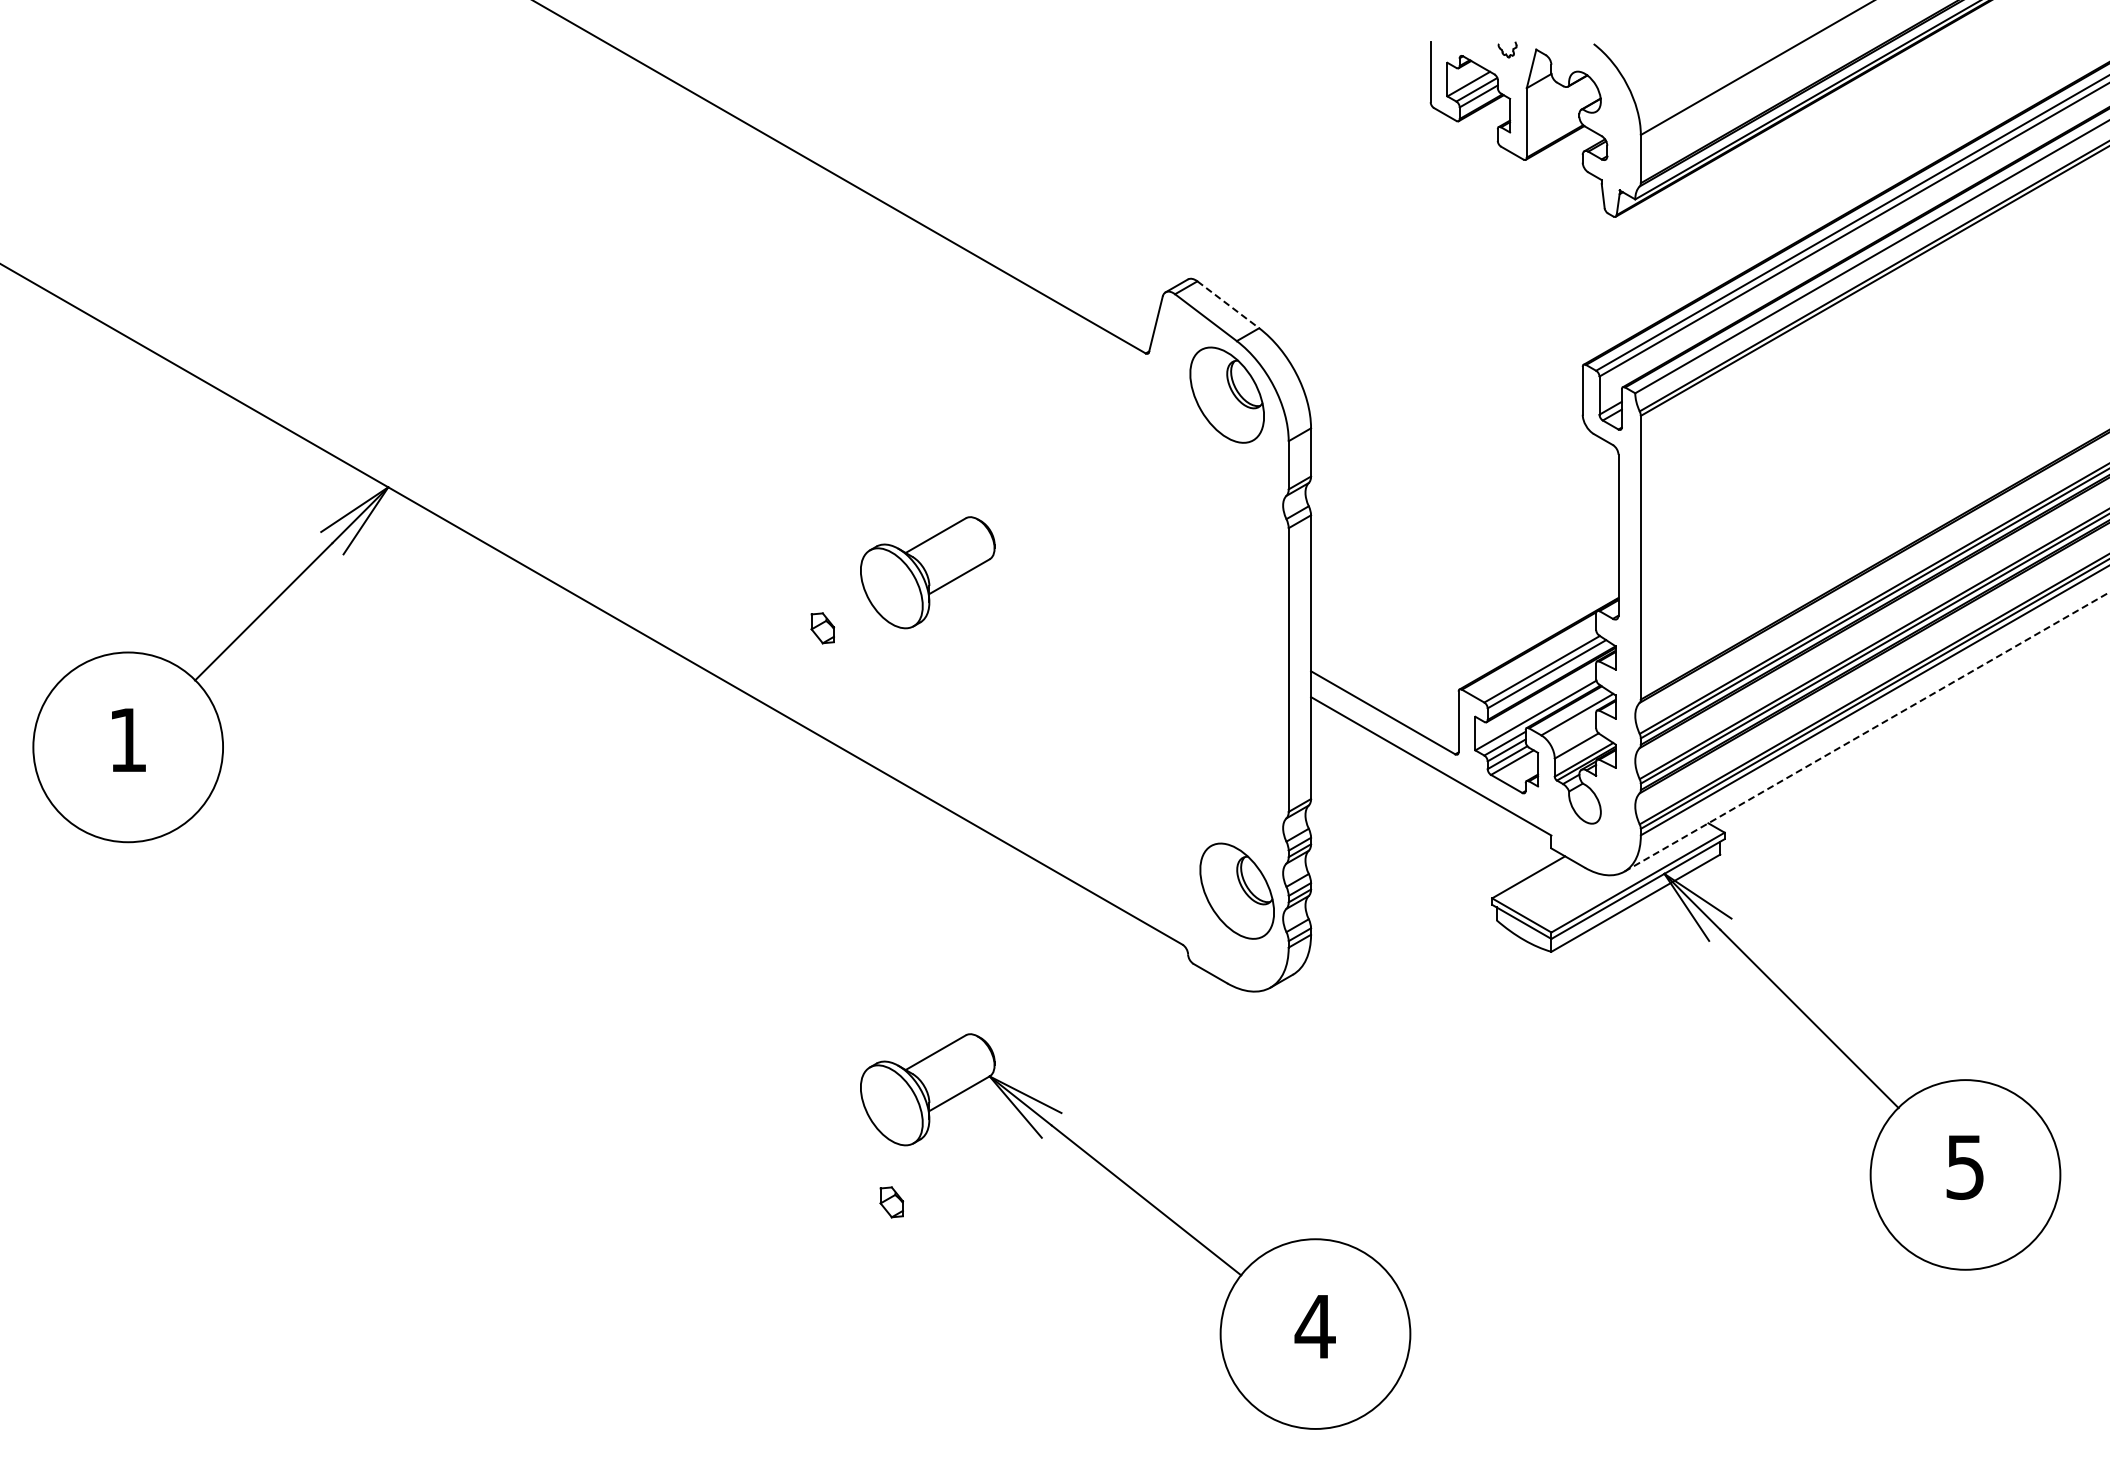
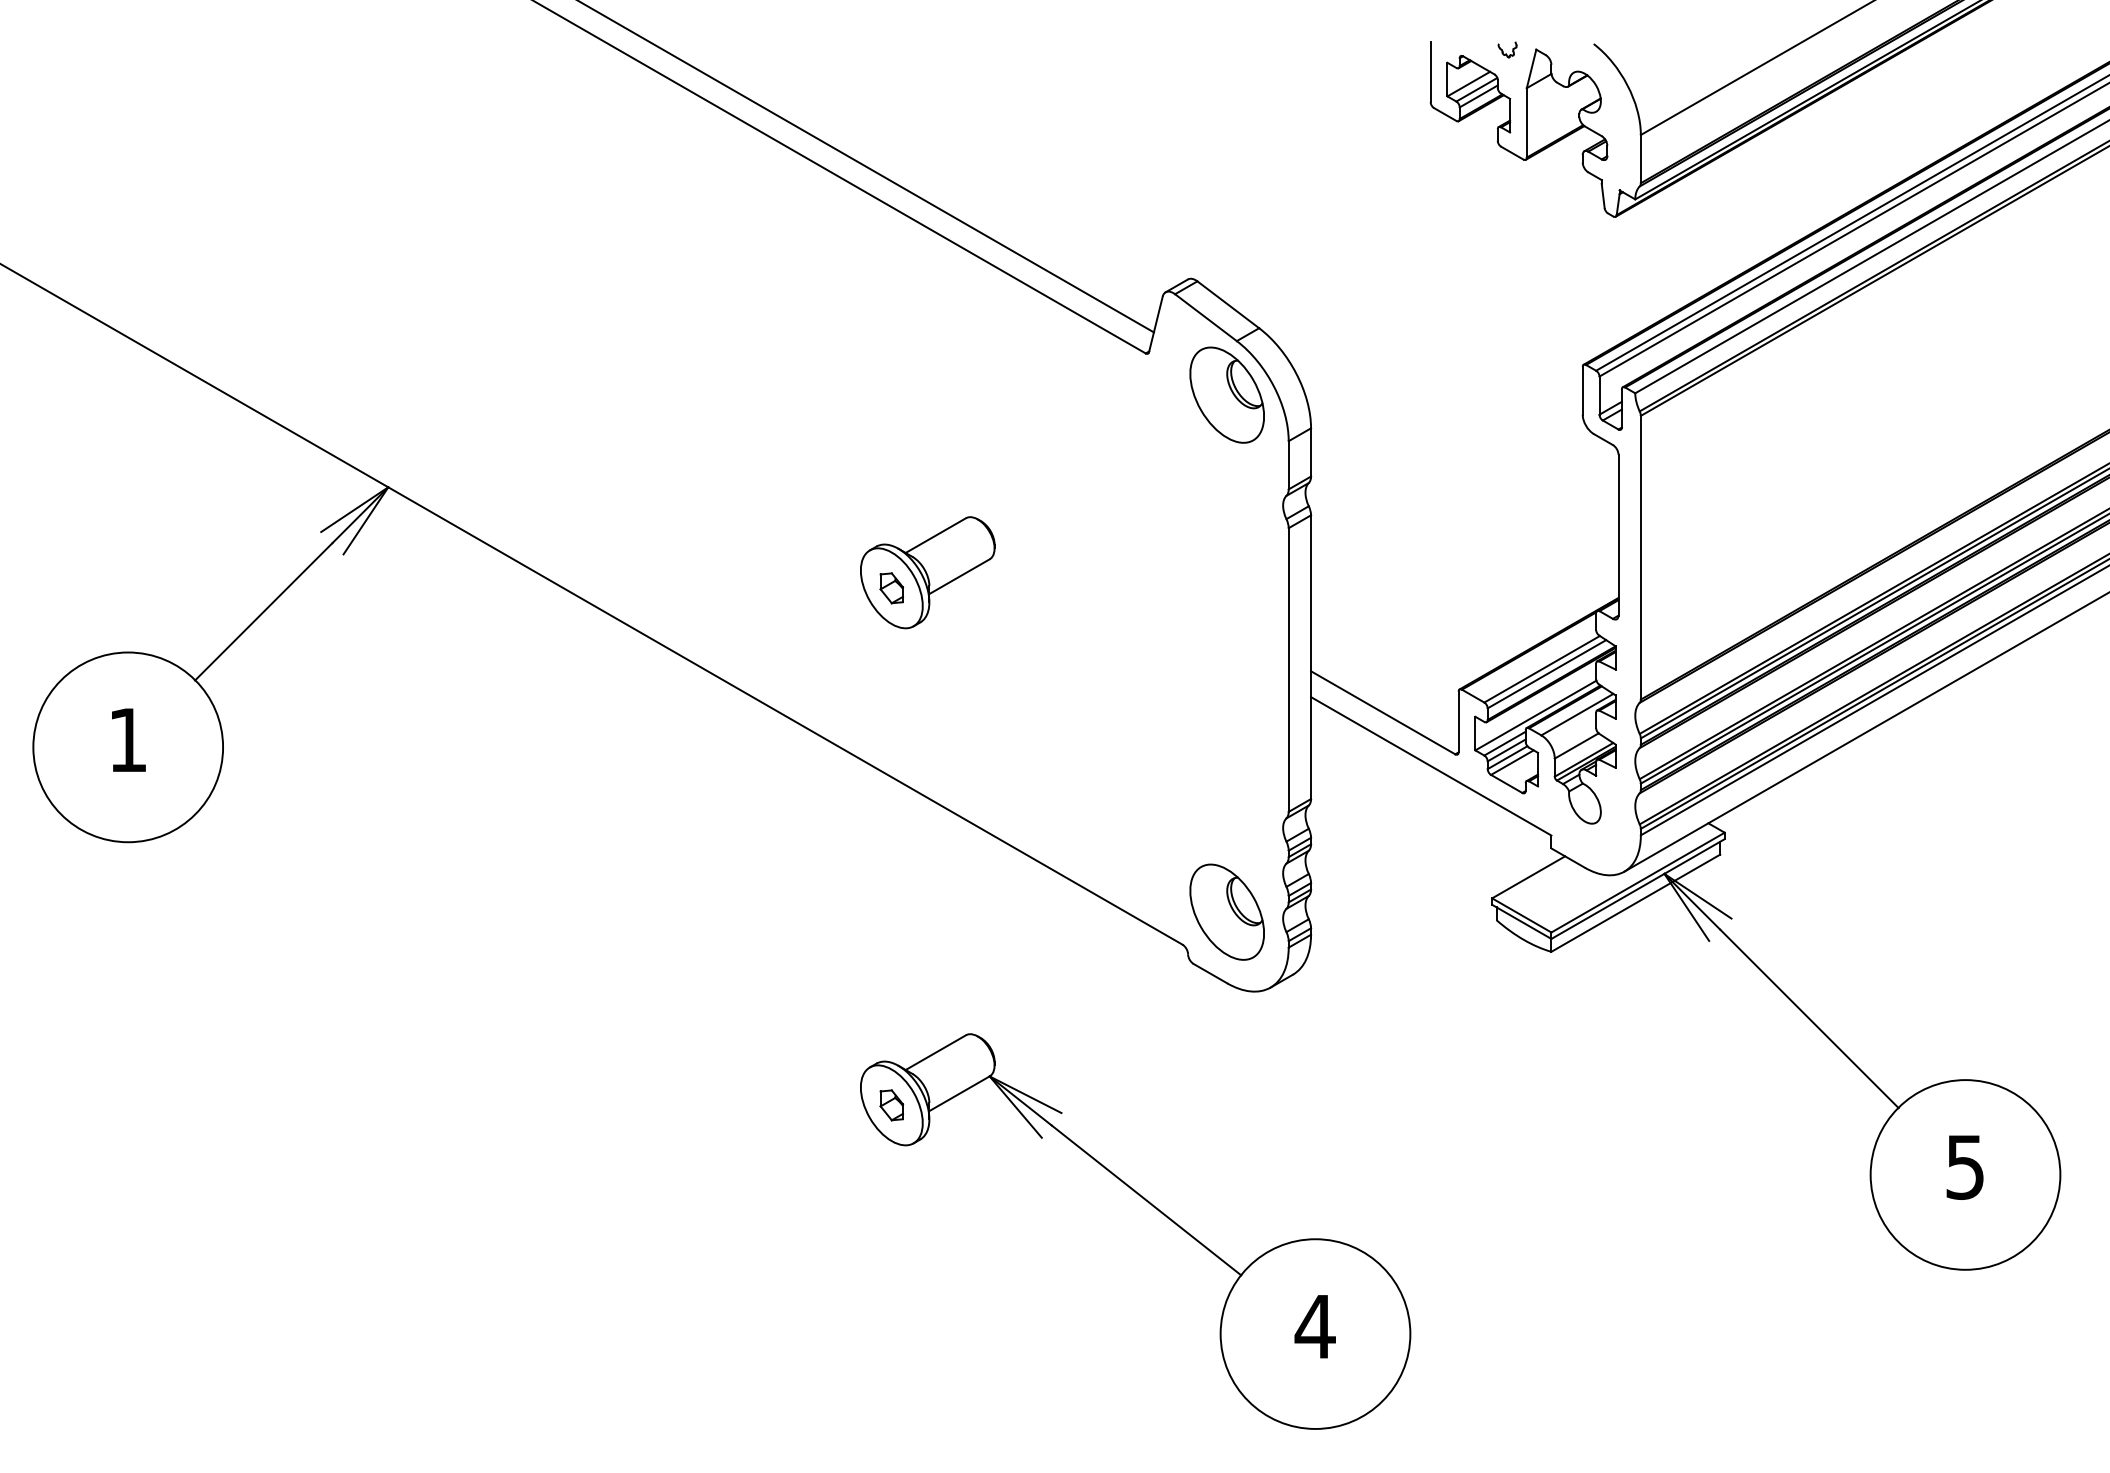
line at (866, 167): none -> present
line at (1228, 304): dashed -> solid
part at (822, 628) position: (822, 628) -> (891, 588)
line at (1867, 731): dashed -> solid
part at (1236, 890) position: (1236, 890) -> (1226, 911)
part at (891, 1202) position: (891, 1202) -> (891, 1105)
